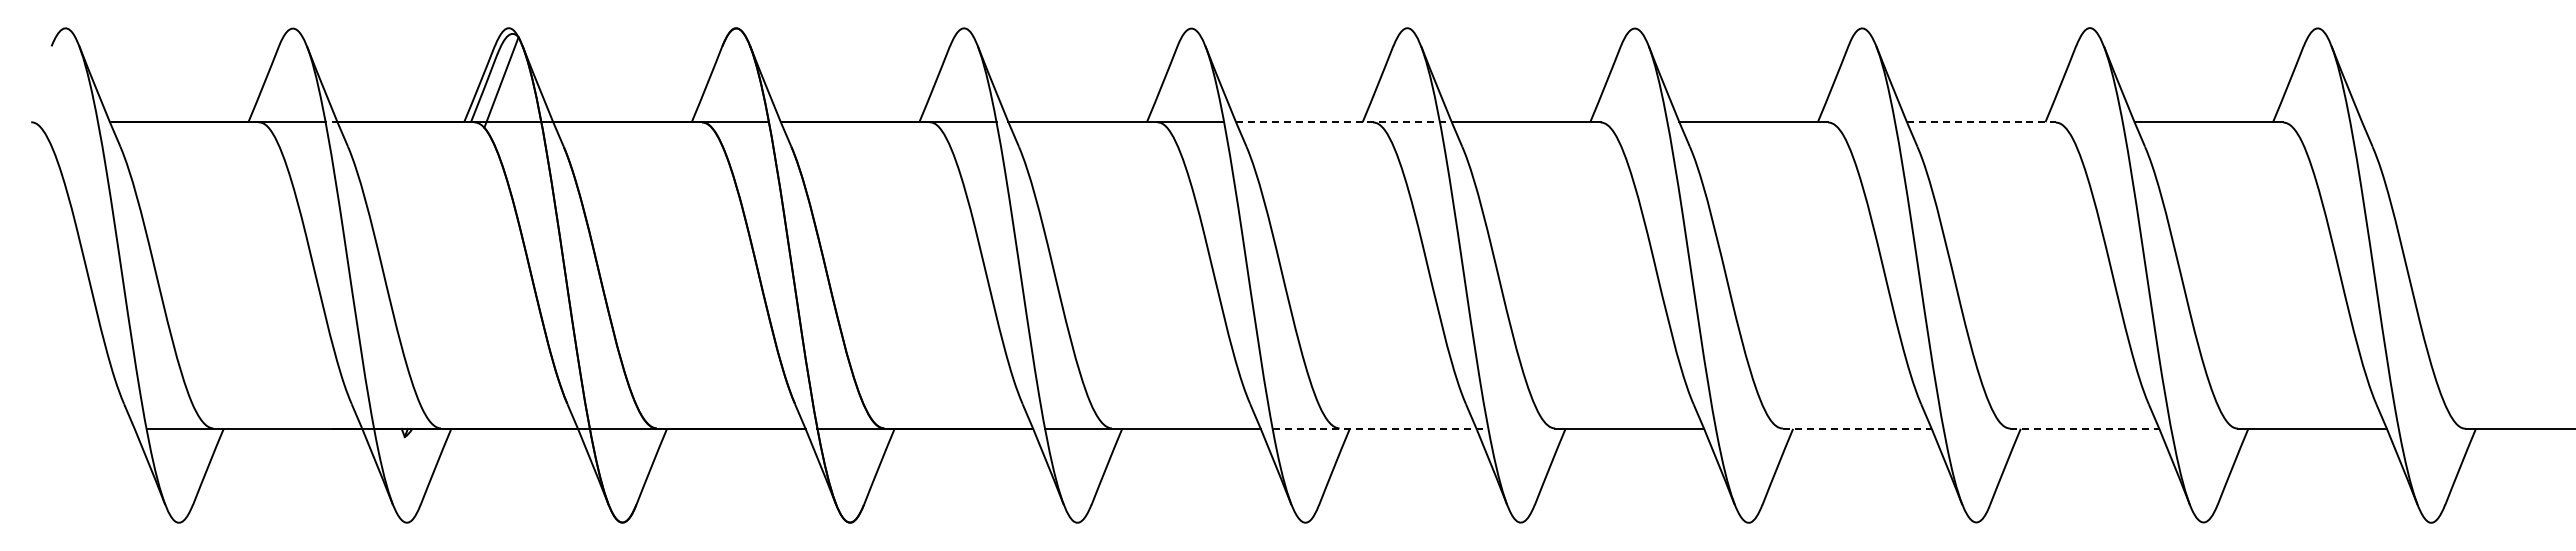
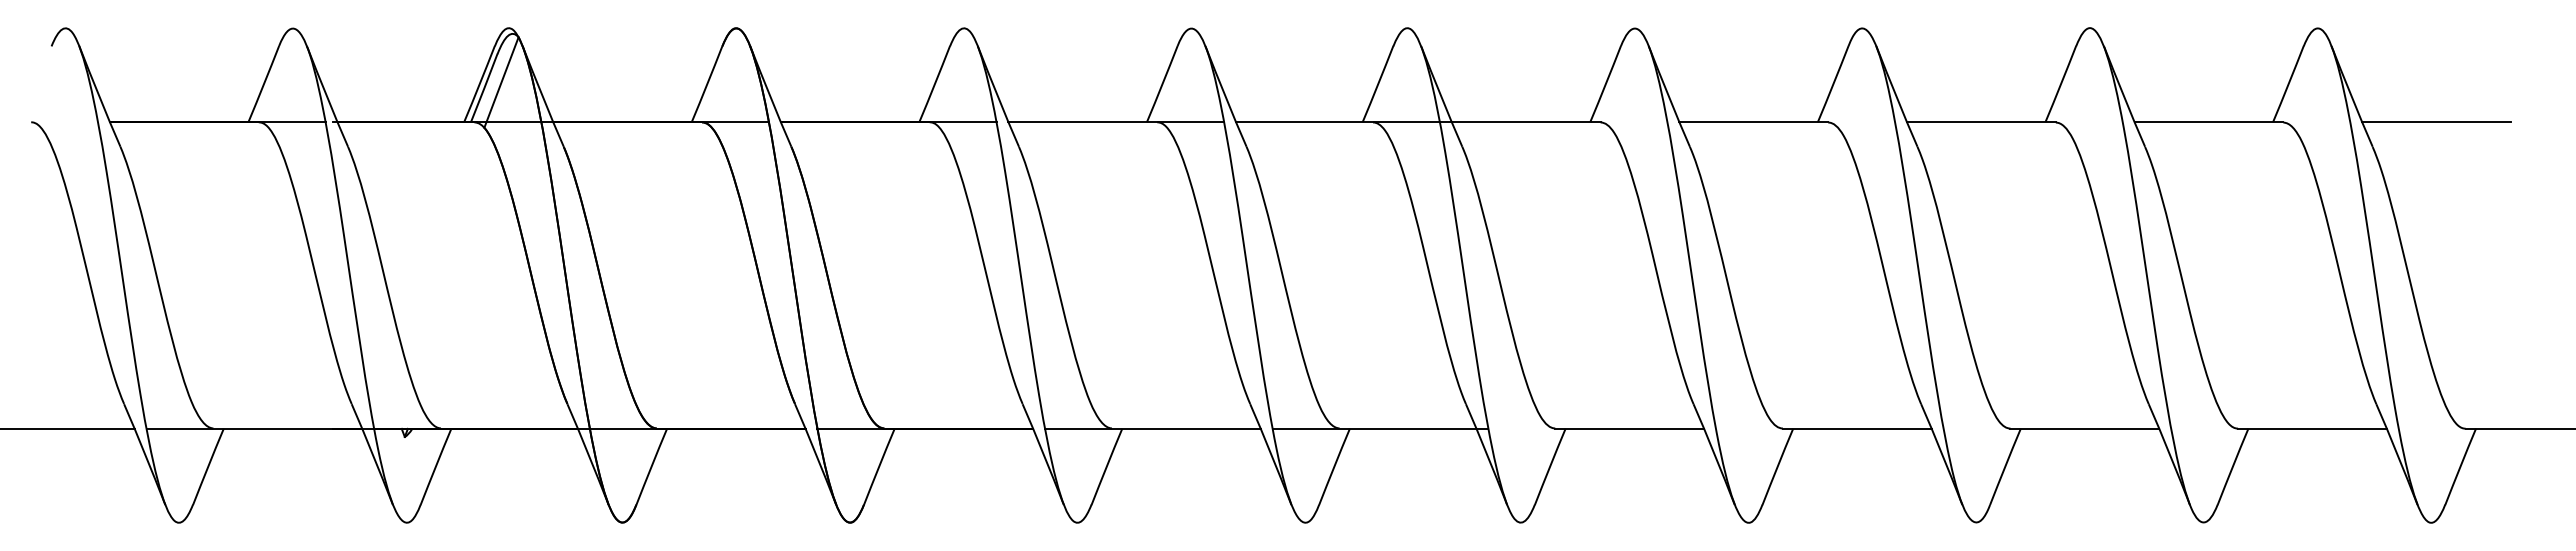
line at (1343, 122): dashed -> solid
line at (1981, 122): dashed -> solid
line at (2436, 122): none -> present
line at (68, 428): none -> present
line at (1380, 428): dashed -> solid
line at (1857, 428): dashed -> solid
line at (2085, 428): dashed -> solid
